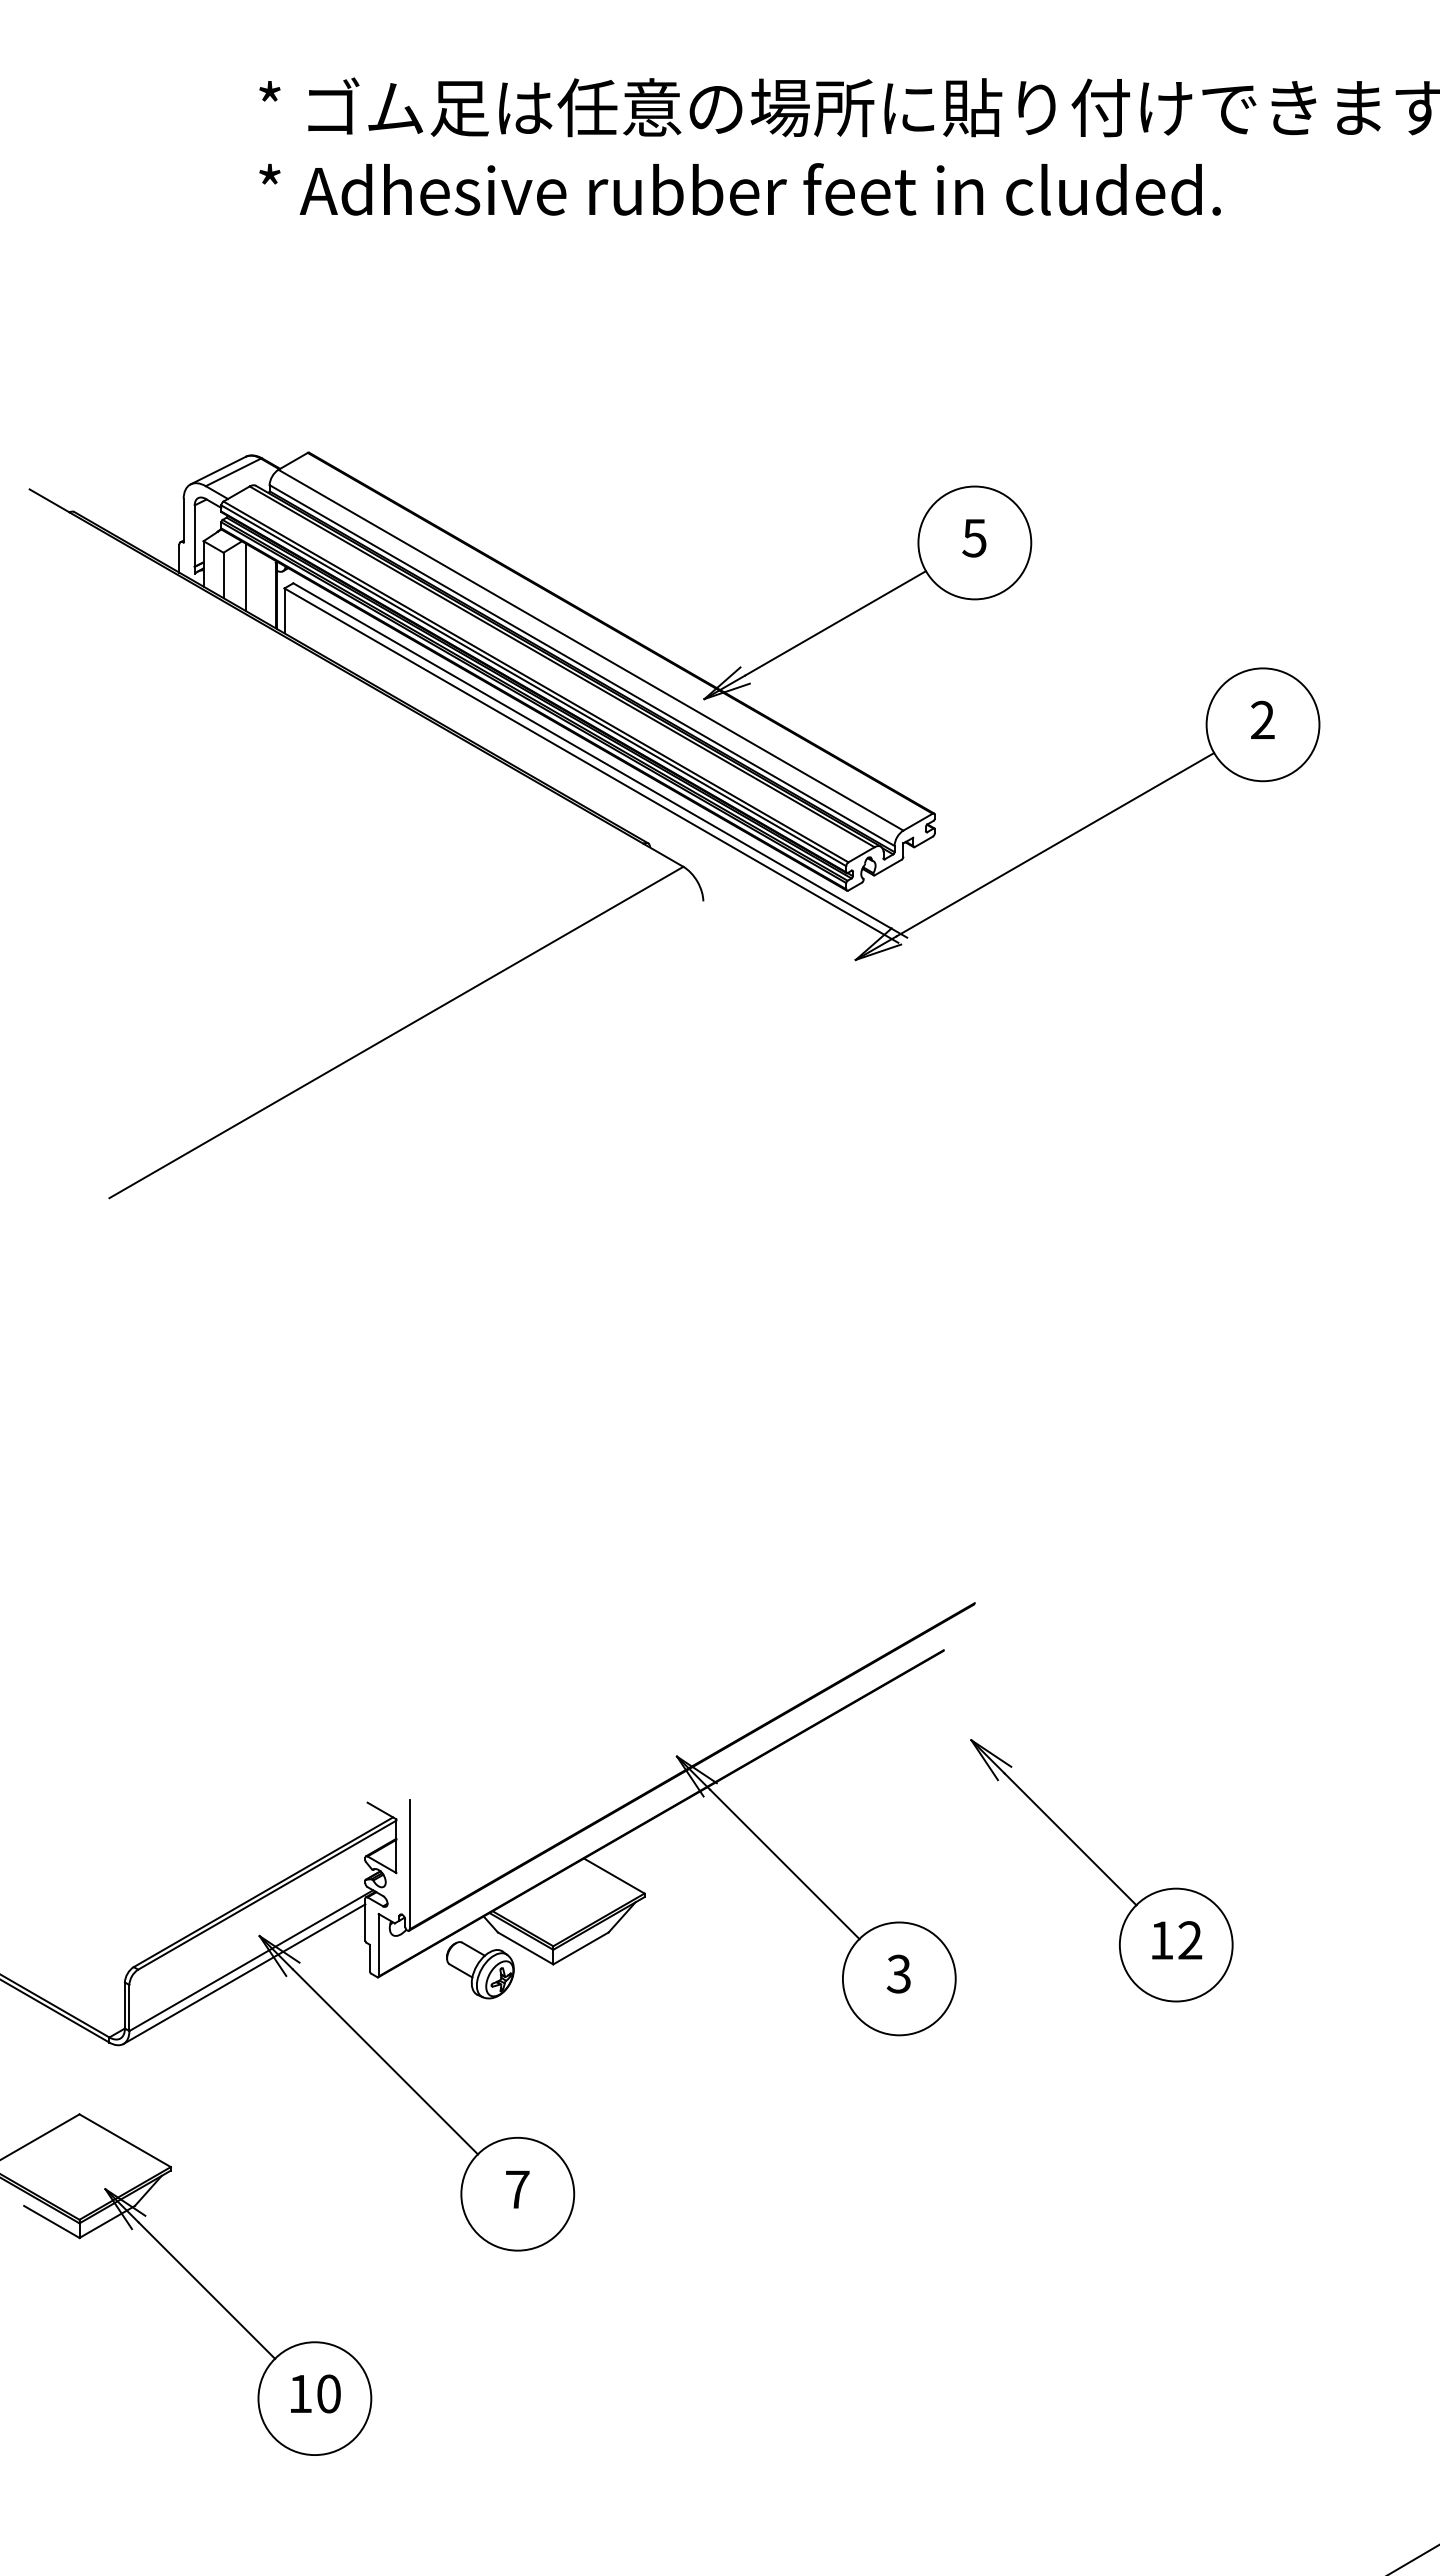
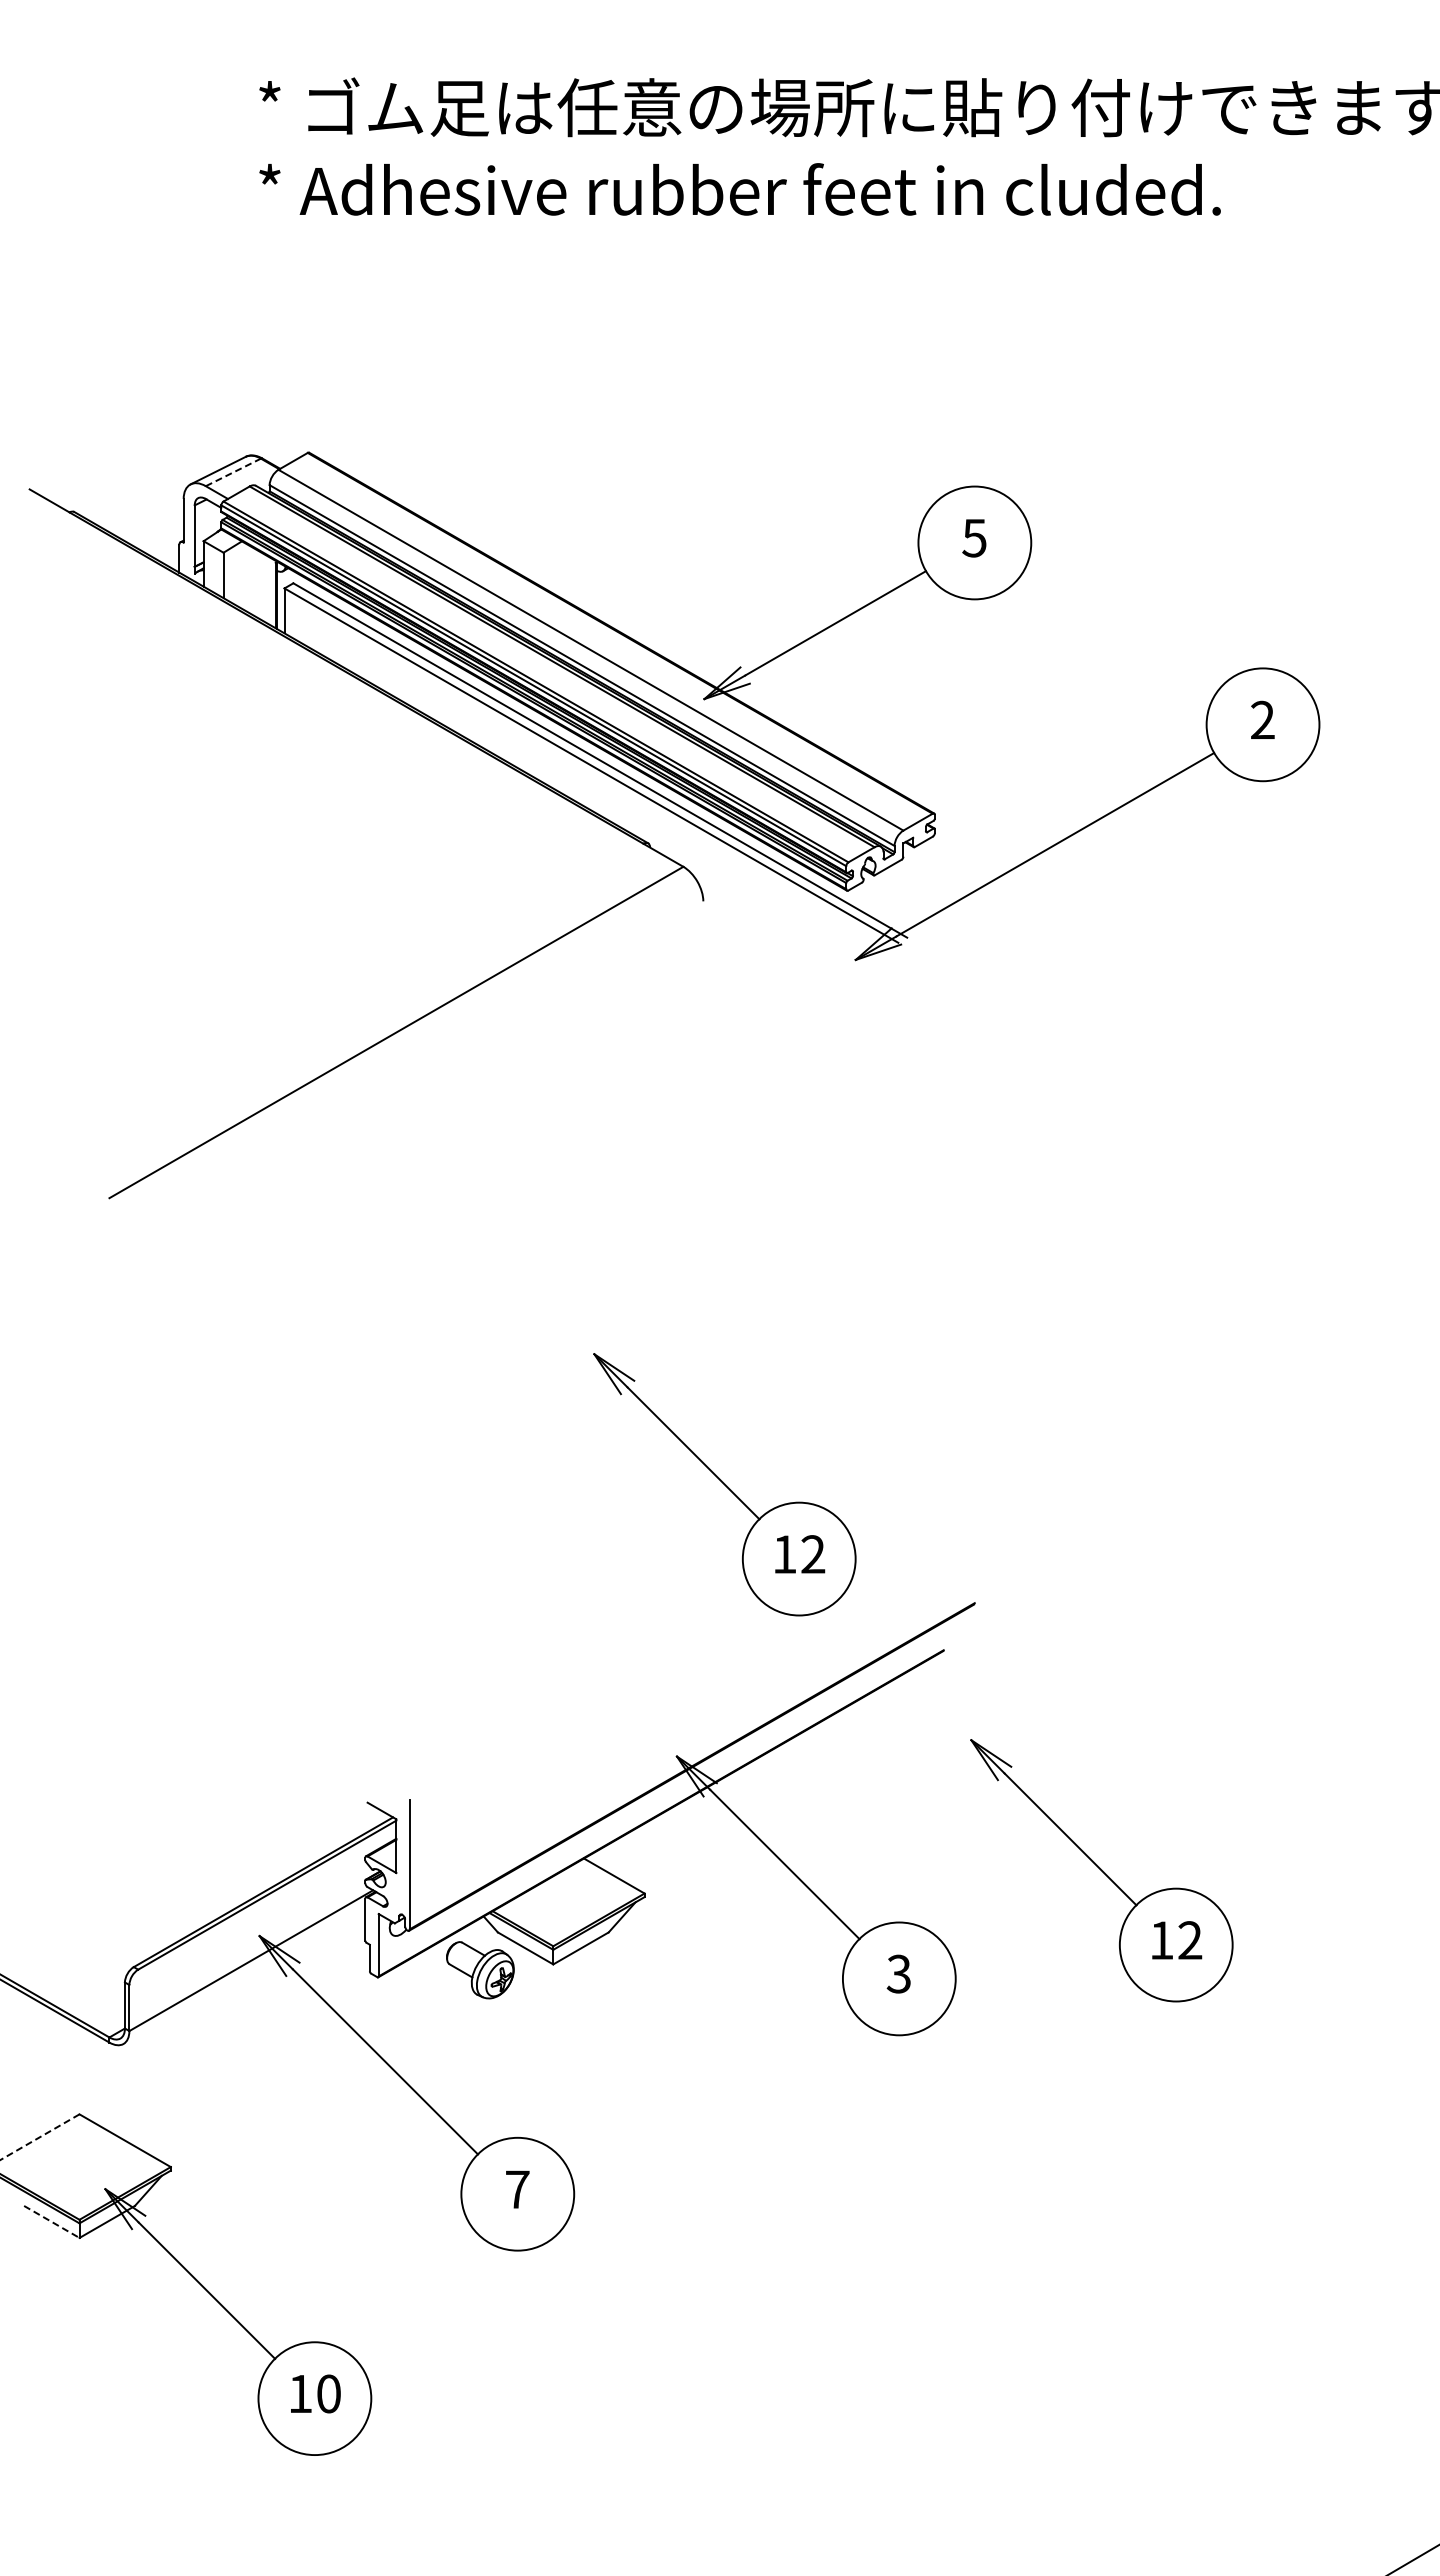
line at (233, 472): solid -> dashed
line at (245, 576): present -> none
part at (724, 1484): none -> present
line at (244, 1973): present -> none
line at (39, 2137): solid -> dashed
line at (51, 2221): solid -> dashed
